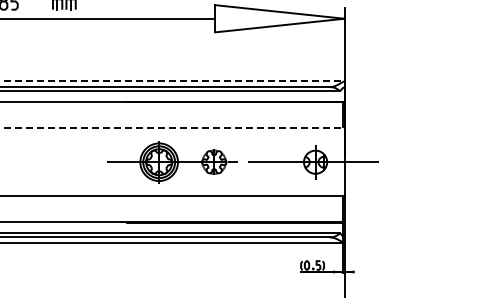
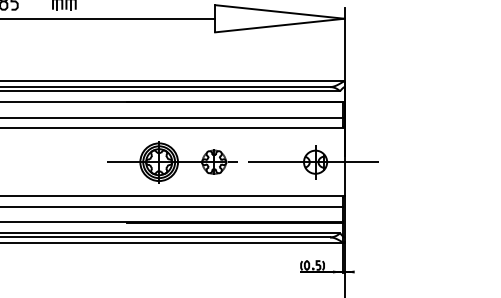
line at (172, 81): dashed -> solid
line at (172, 117): none -> present
line at (172, 128): dashed -> solid
line at (172, 206): none -> present
